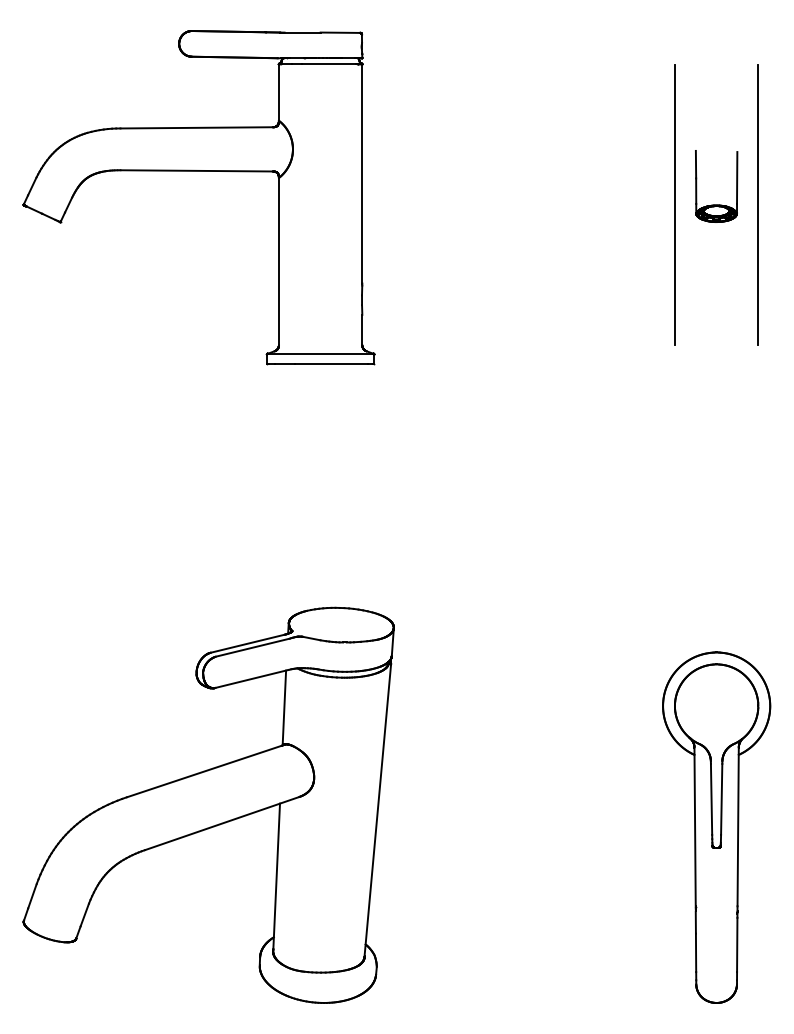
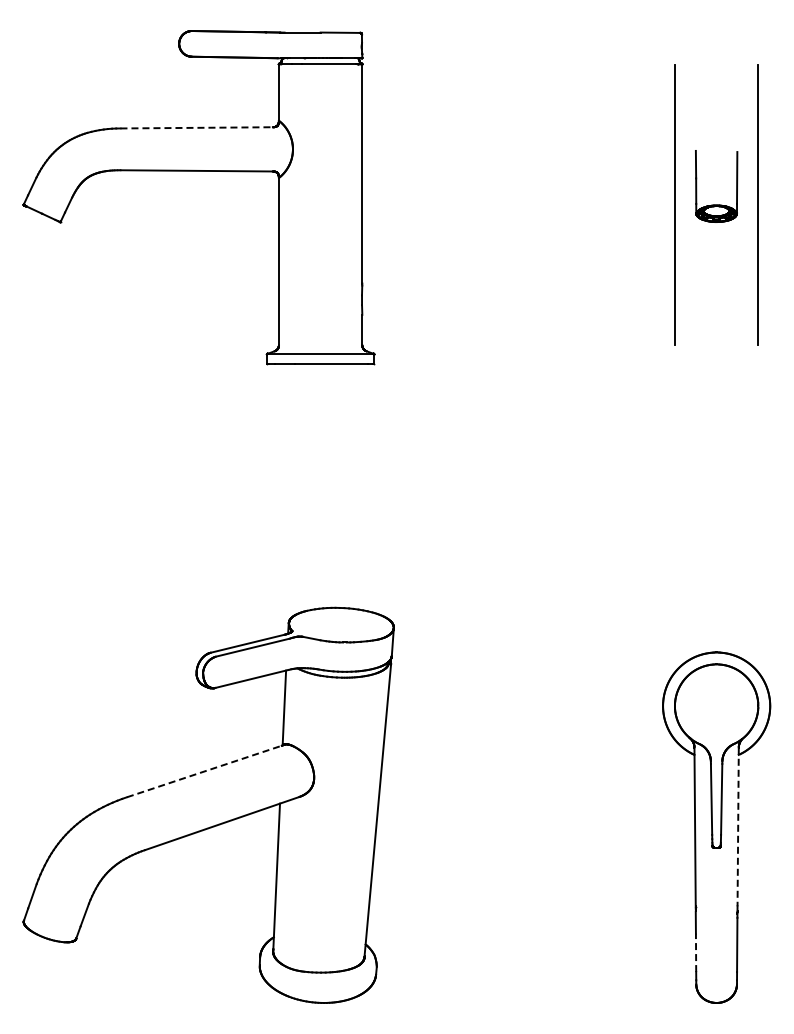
line at (196, 127): solid -> dashed
line at (204, 771): solid -> dashed
line at (738, 827): solid -> dashed
line at (696, 952): solid -> dashed
